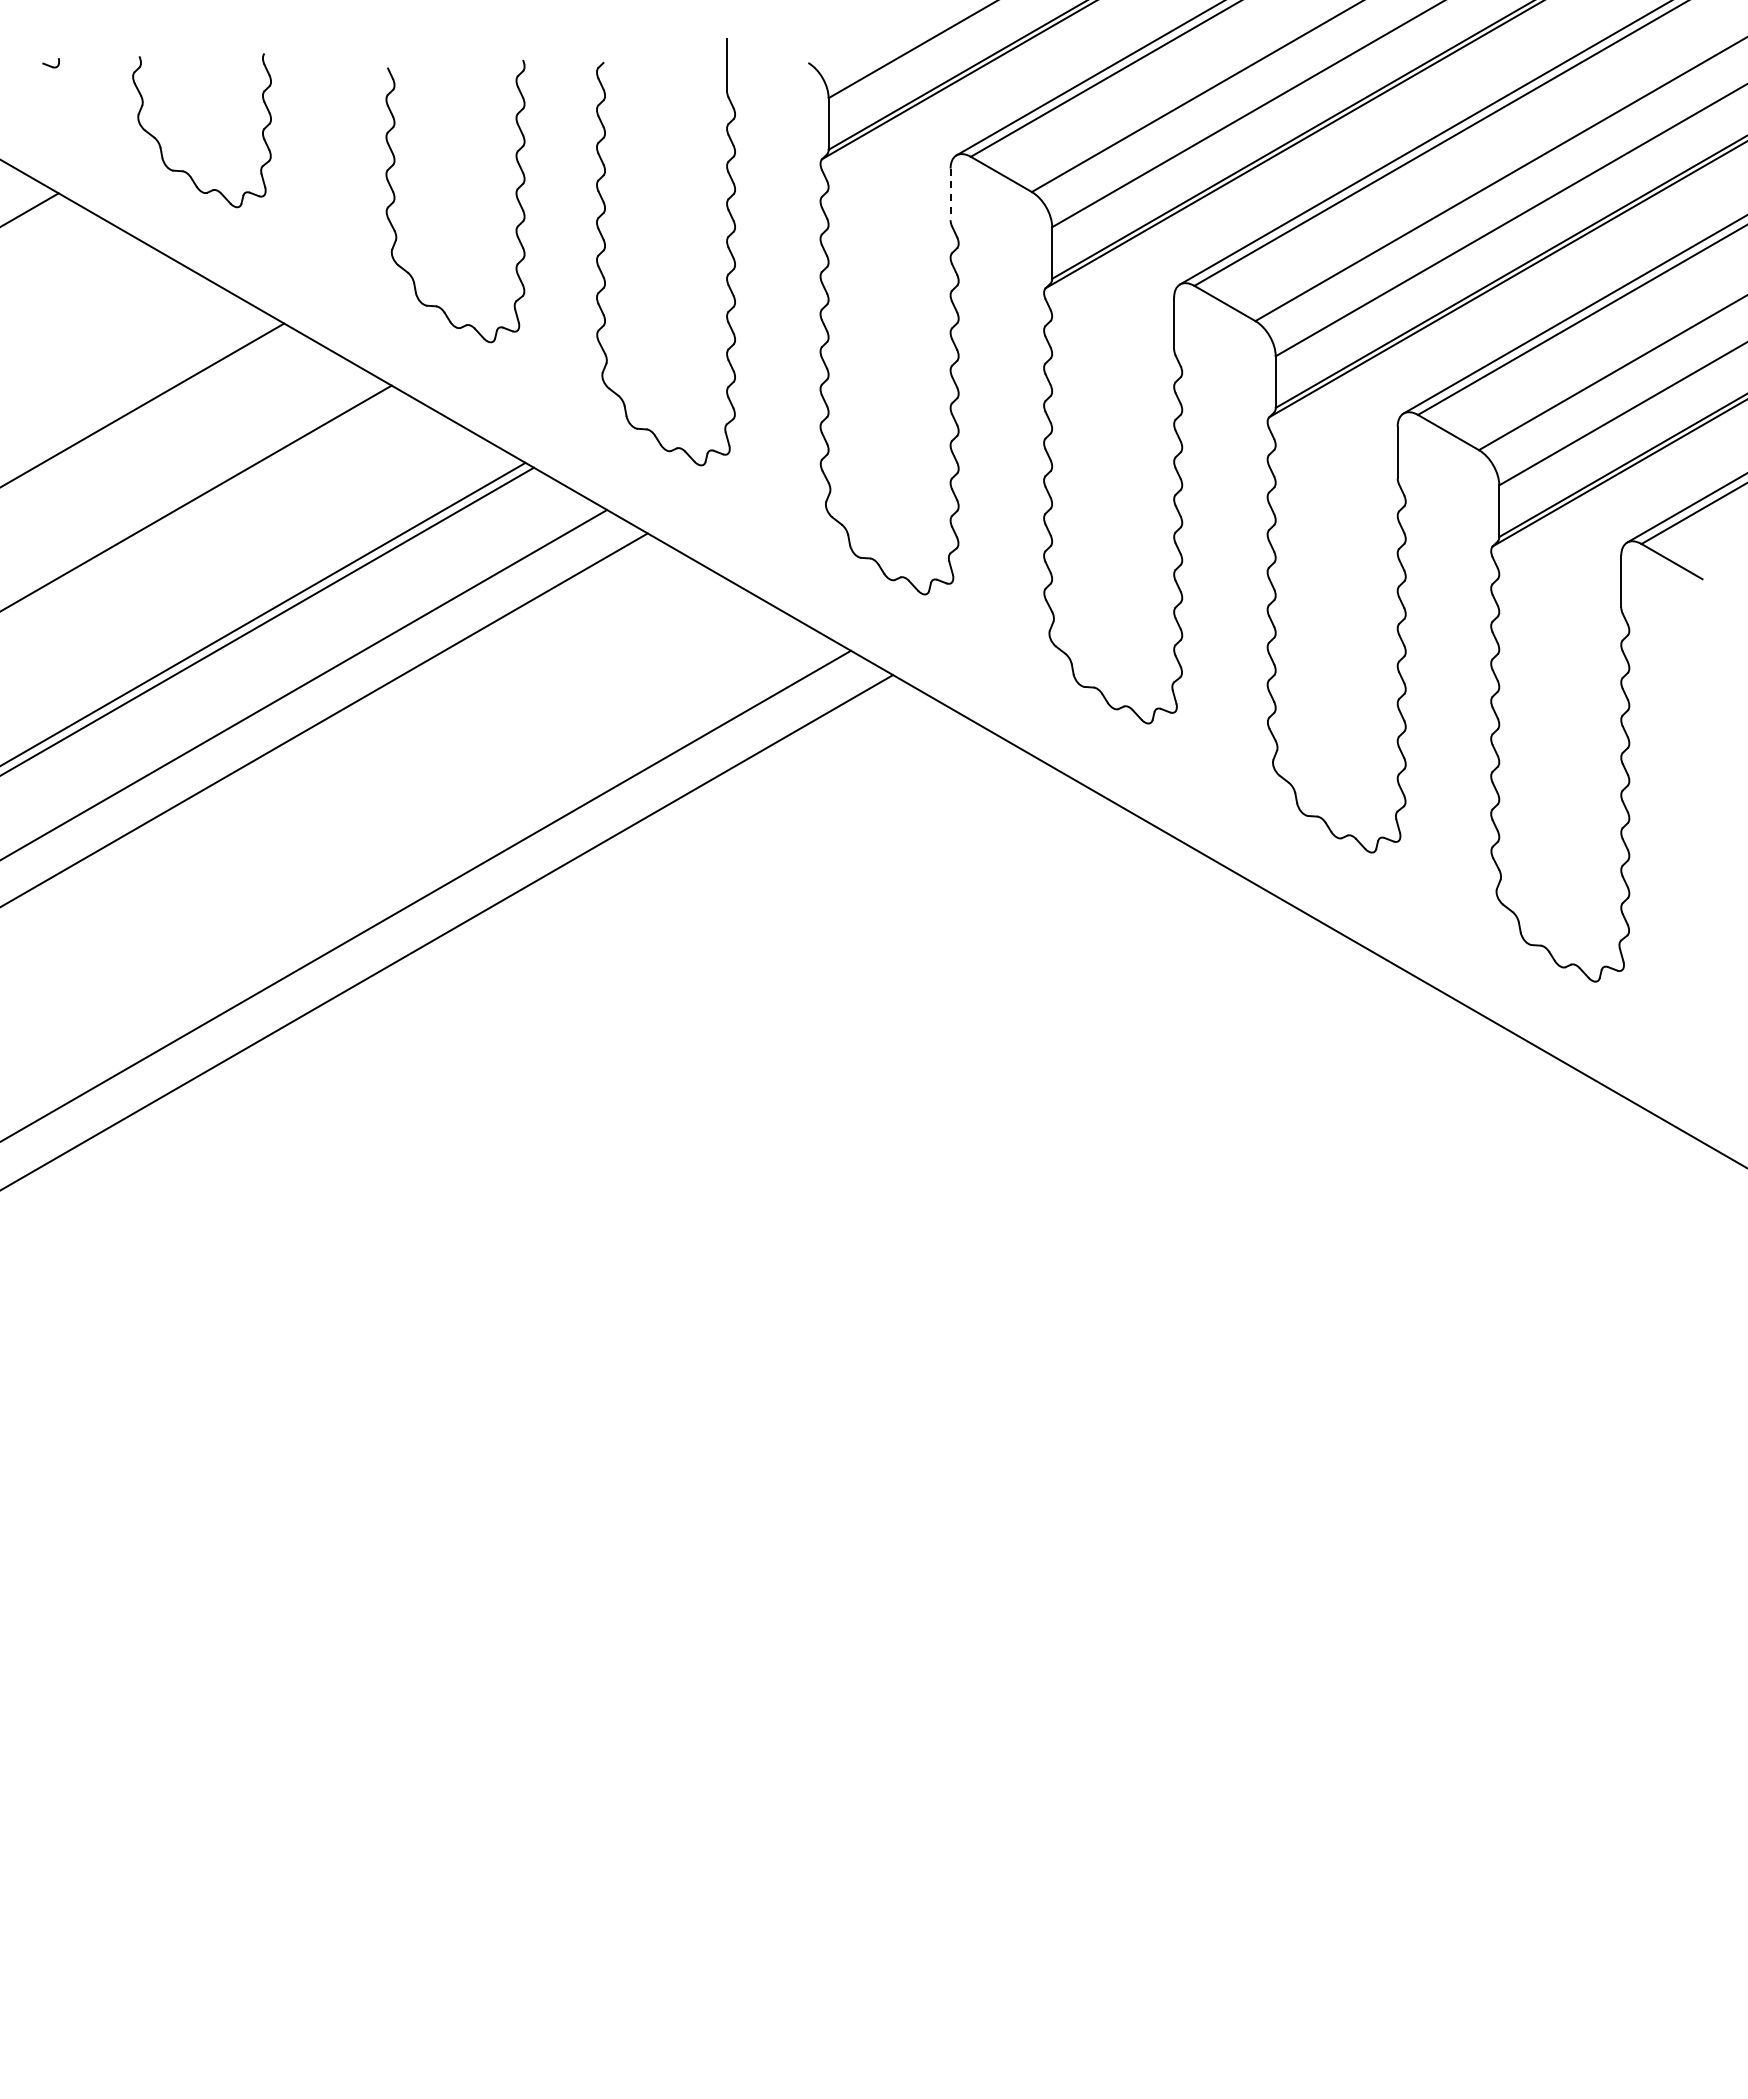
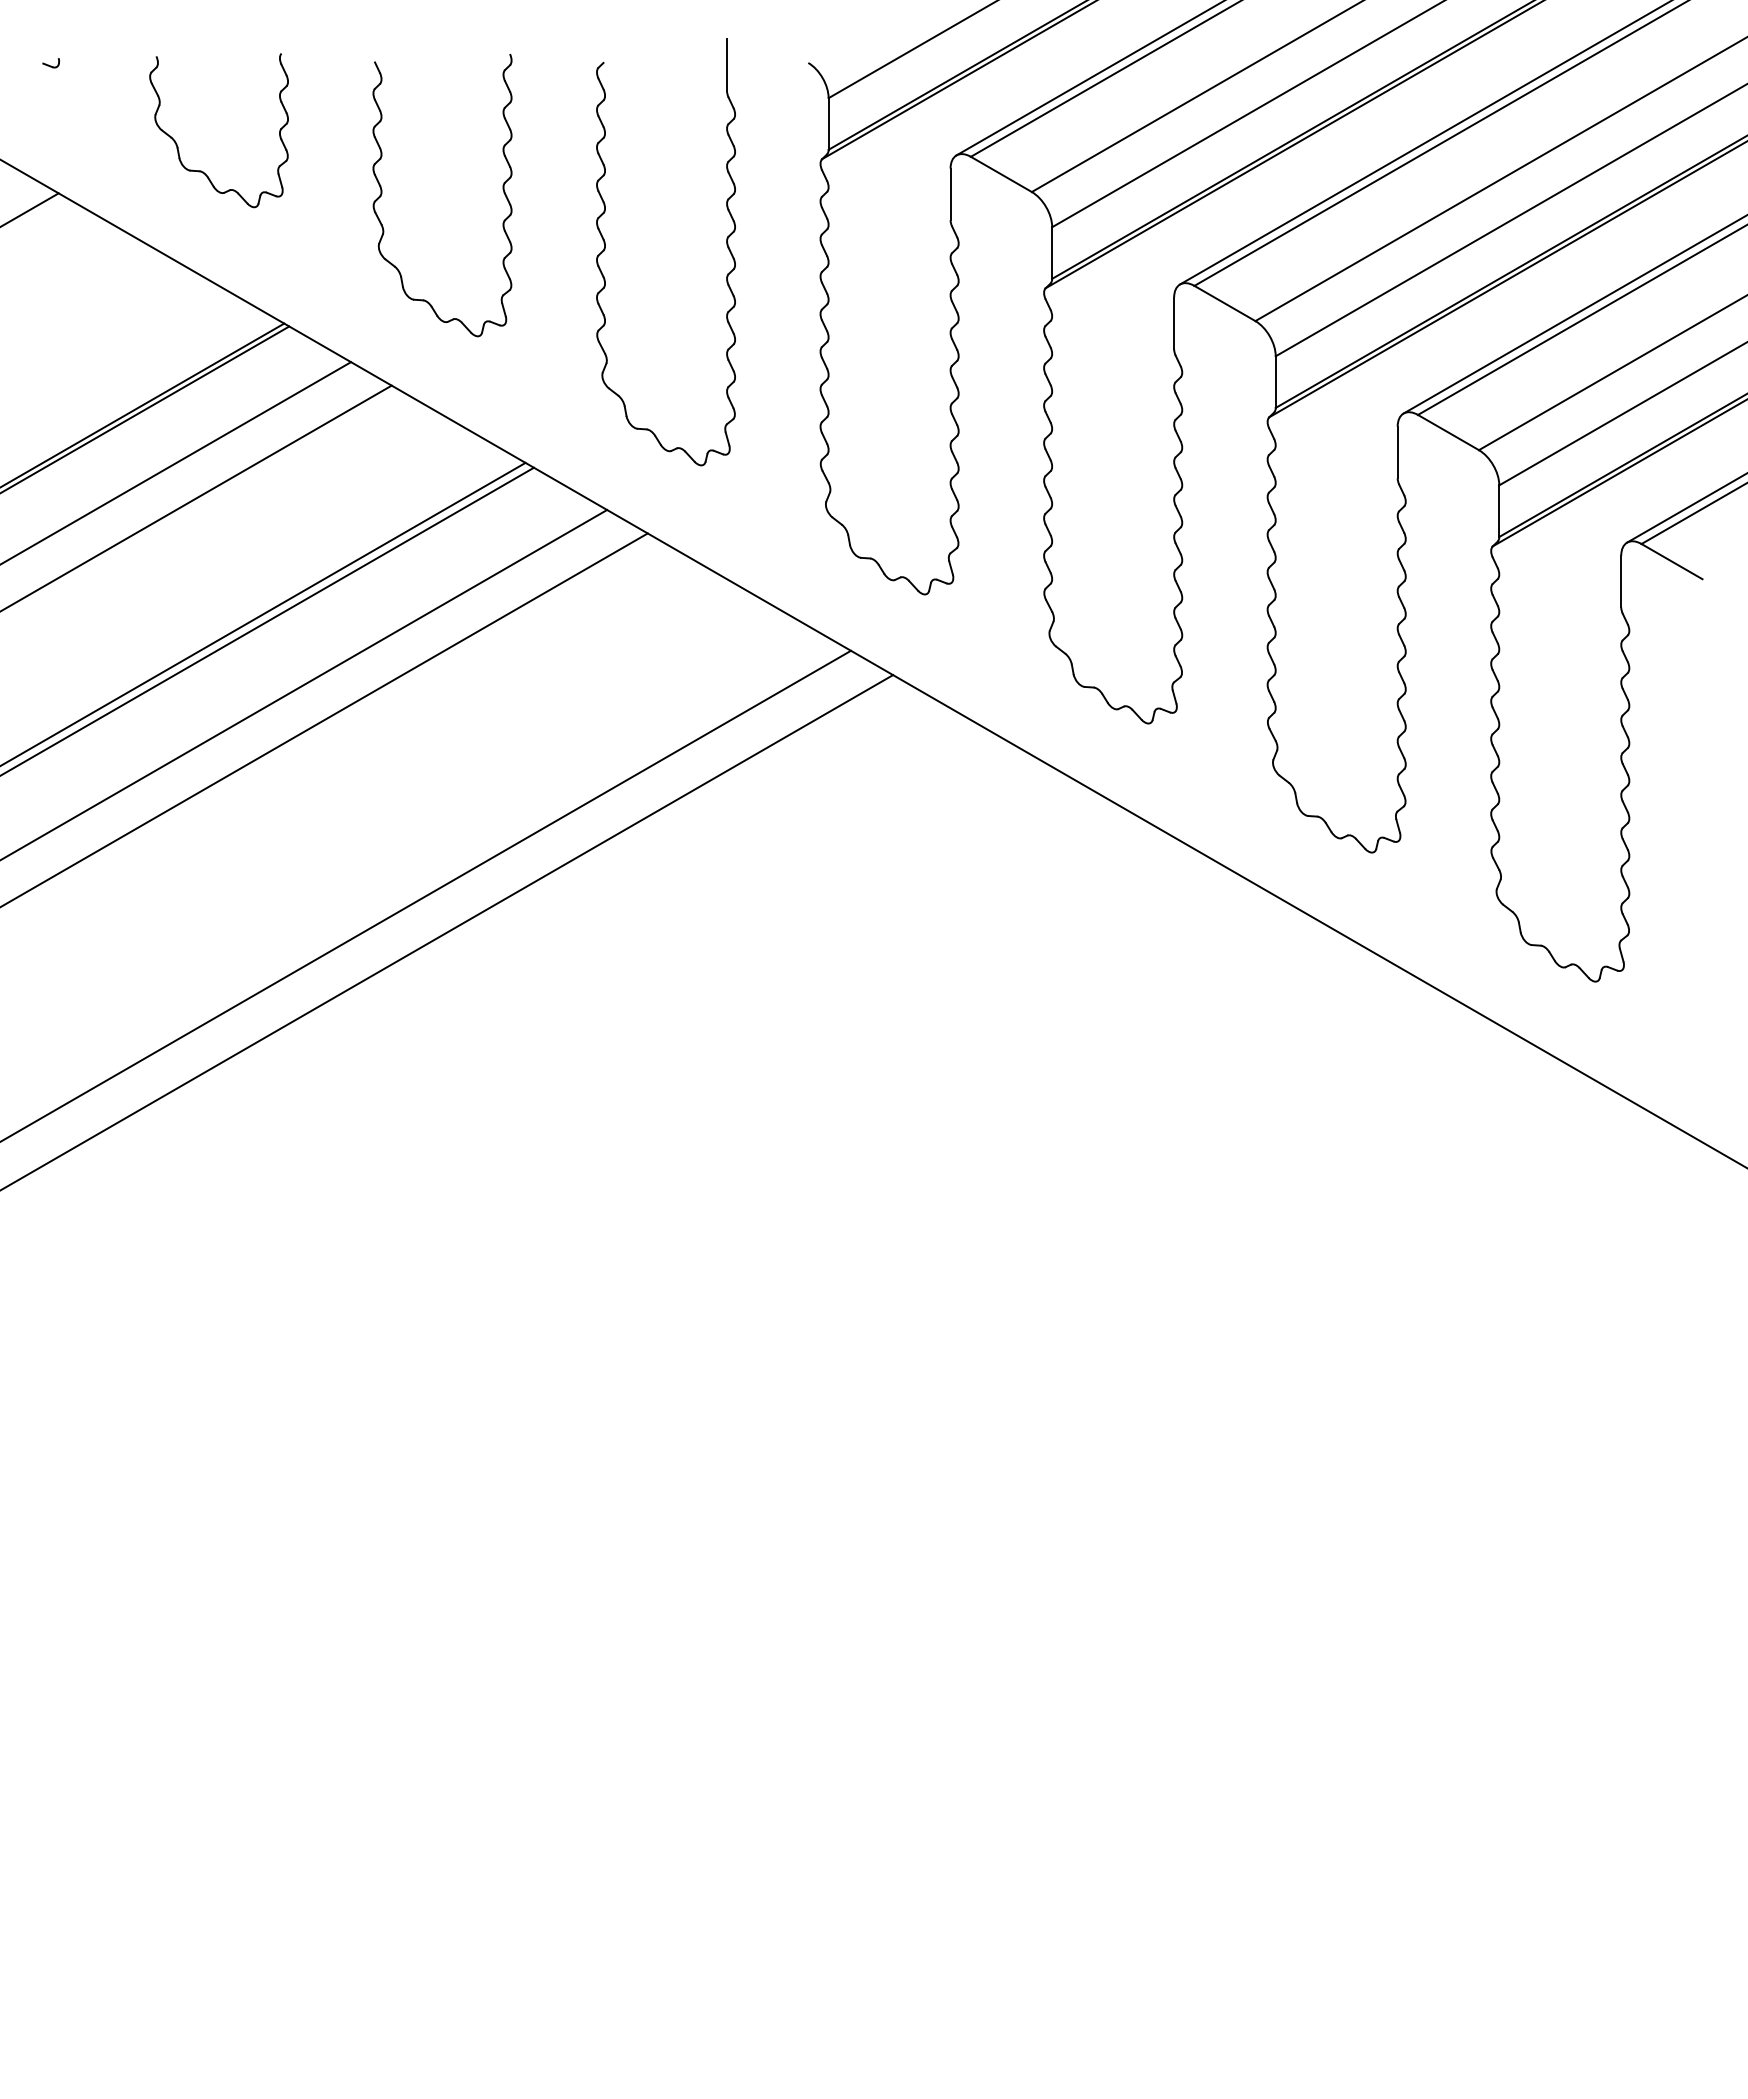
part at (161, 146) position: (161, 146) -> (178, 146)
line at (950, 194): dashed -> solid
part at (395, 200) position: (395, 200) -> (382, 194)
line at (145, 409): none -> present
line at (176, 462): none -> present
